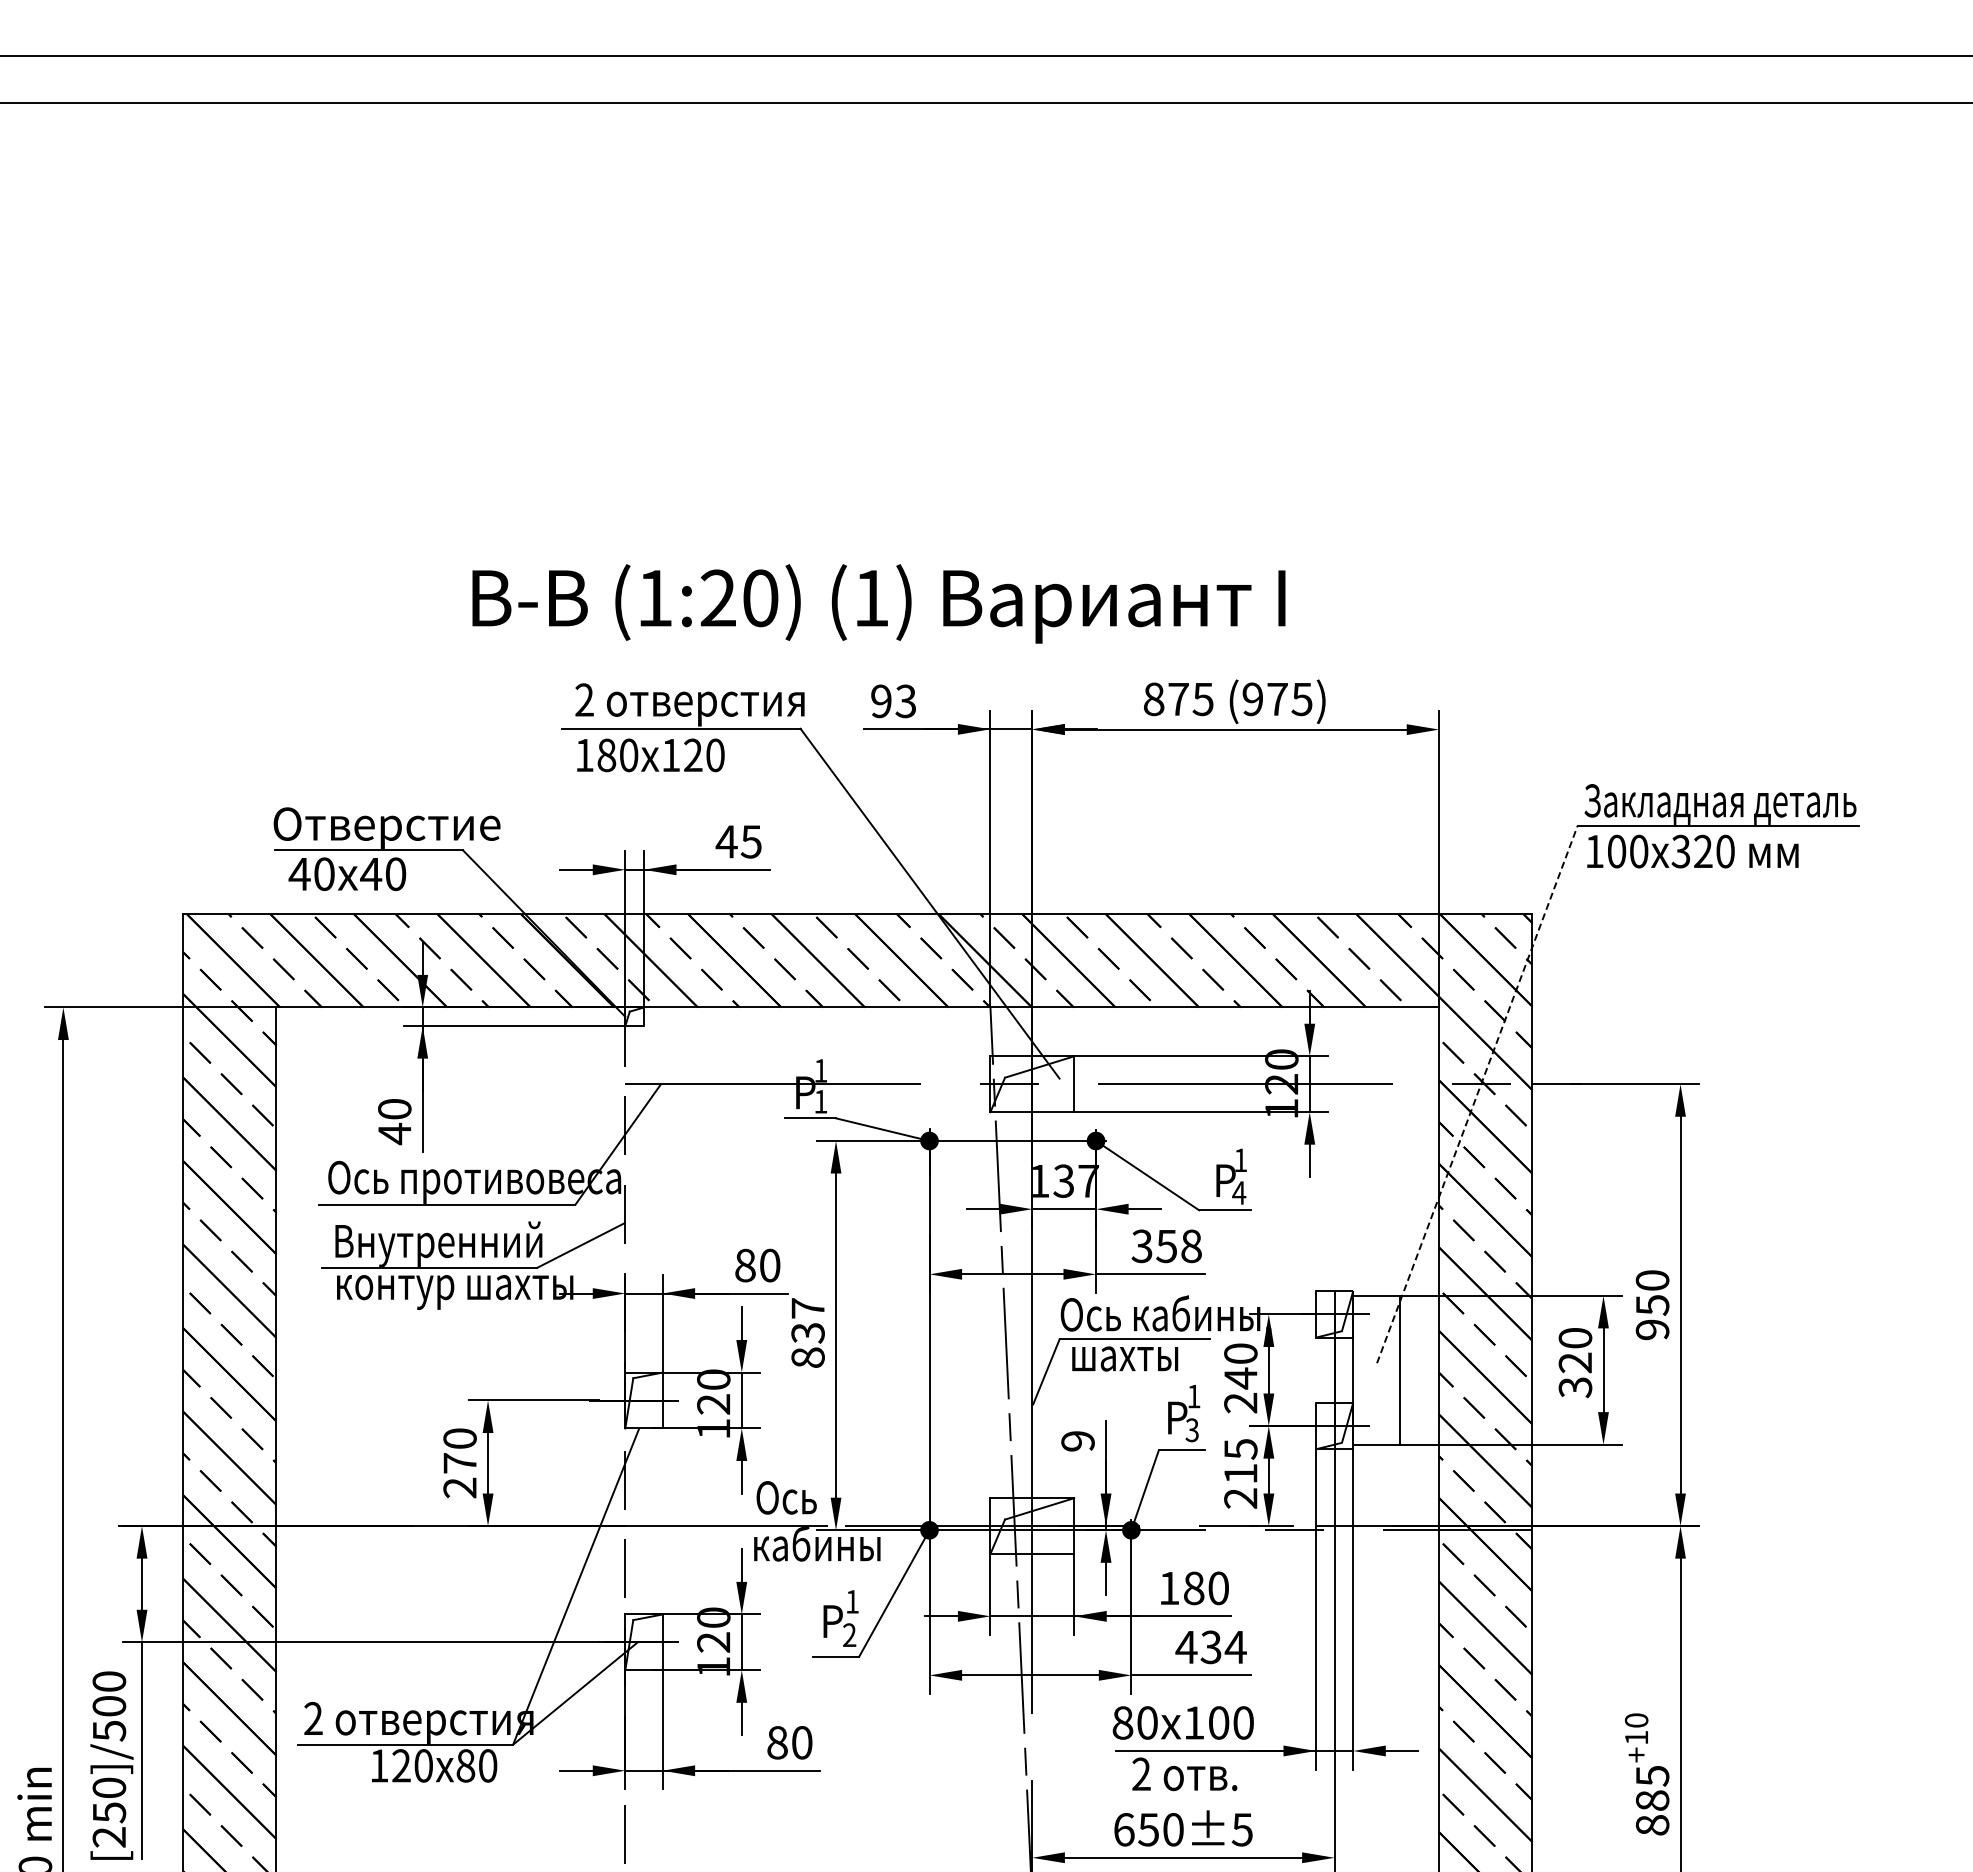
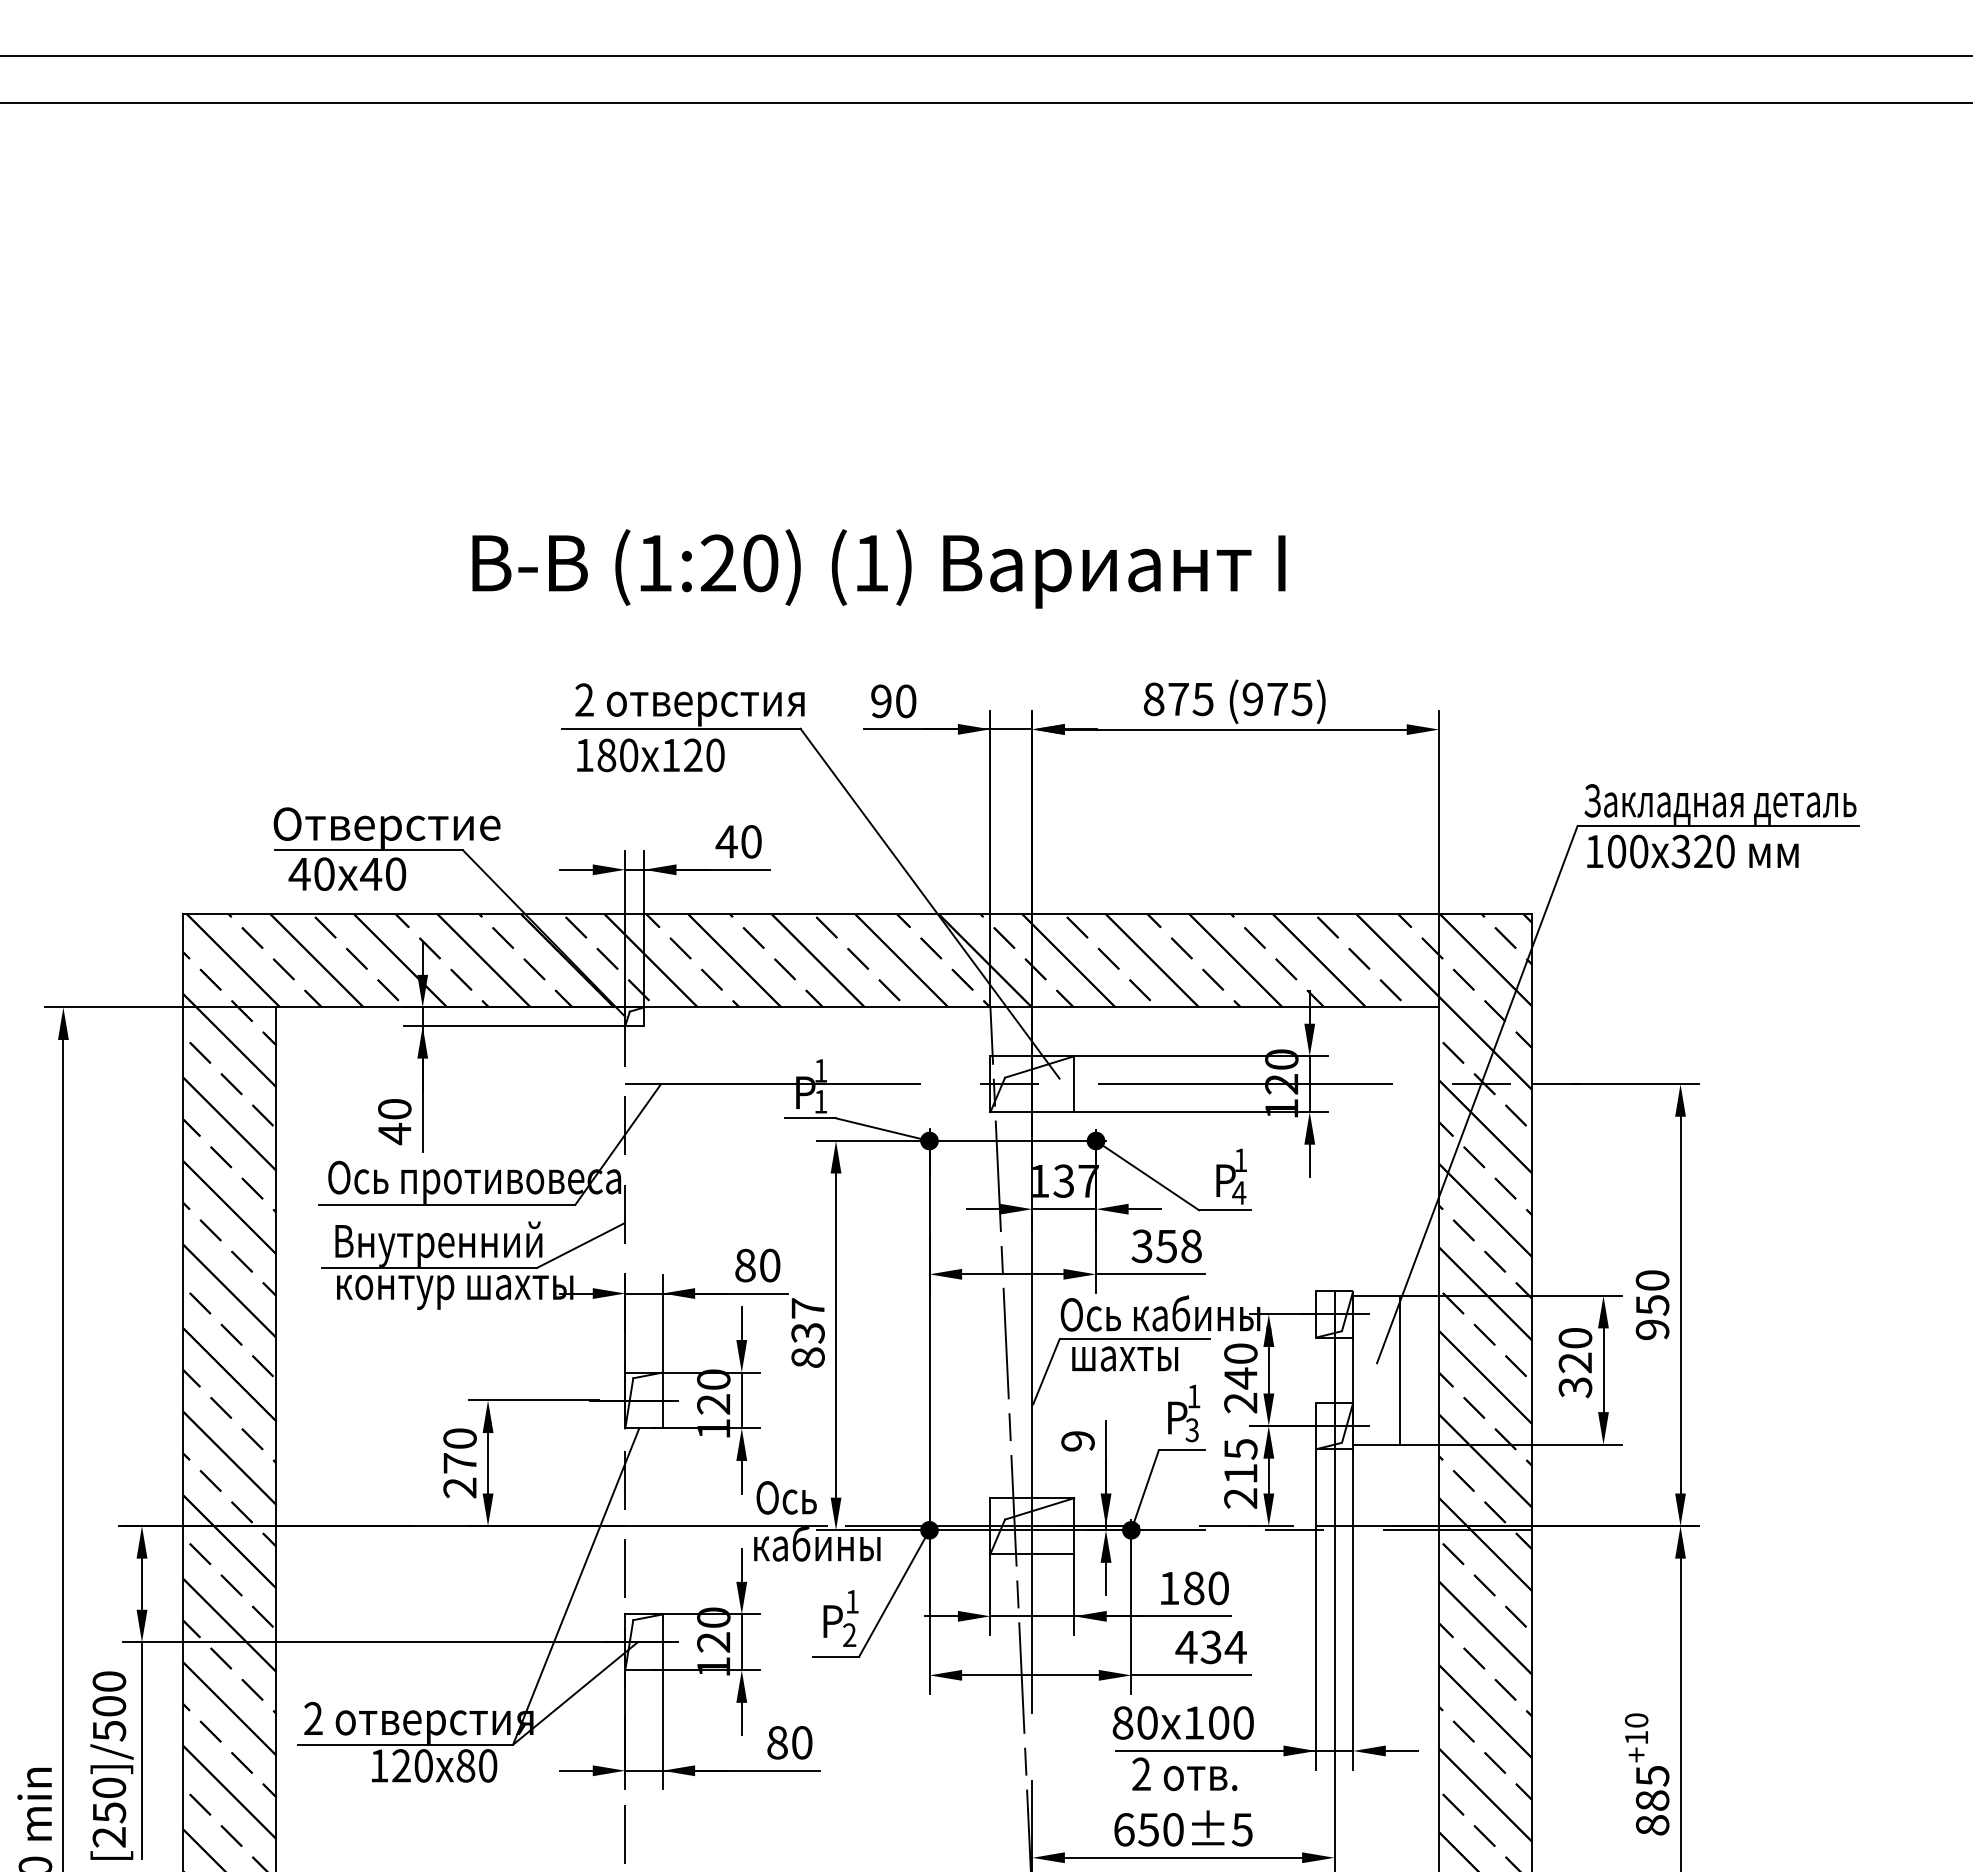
text at (878, 603) position: (878, 603) -> (878, 568)
text at (905, 701): 93 -> 90
text at (750, 841): 45 -> 40
line at (1477, 1094): dashed -> solid
